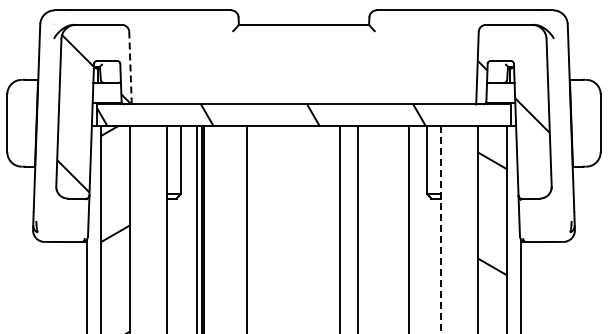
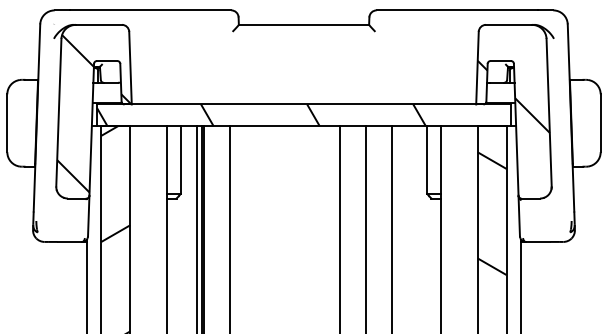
line at (130, 67): dashed -> solid
line at (247, 228) position: (247, 228) -> (230, 228)
line at (358, 228) position: (358, 228) -> (366, 228)
line at (409, 228) position: (409, 228) -> (392, 228)
line at (441, 230): dashed -> solid
